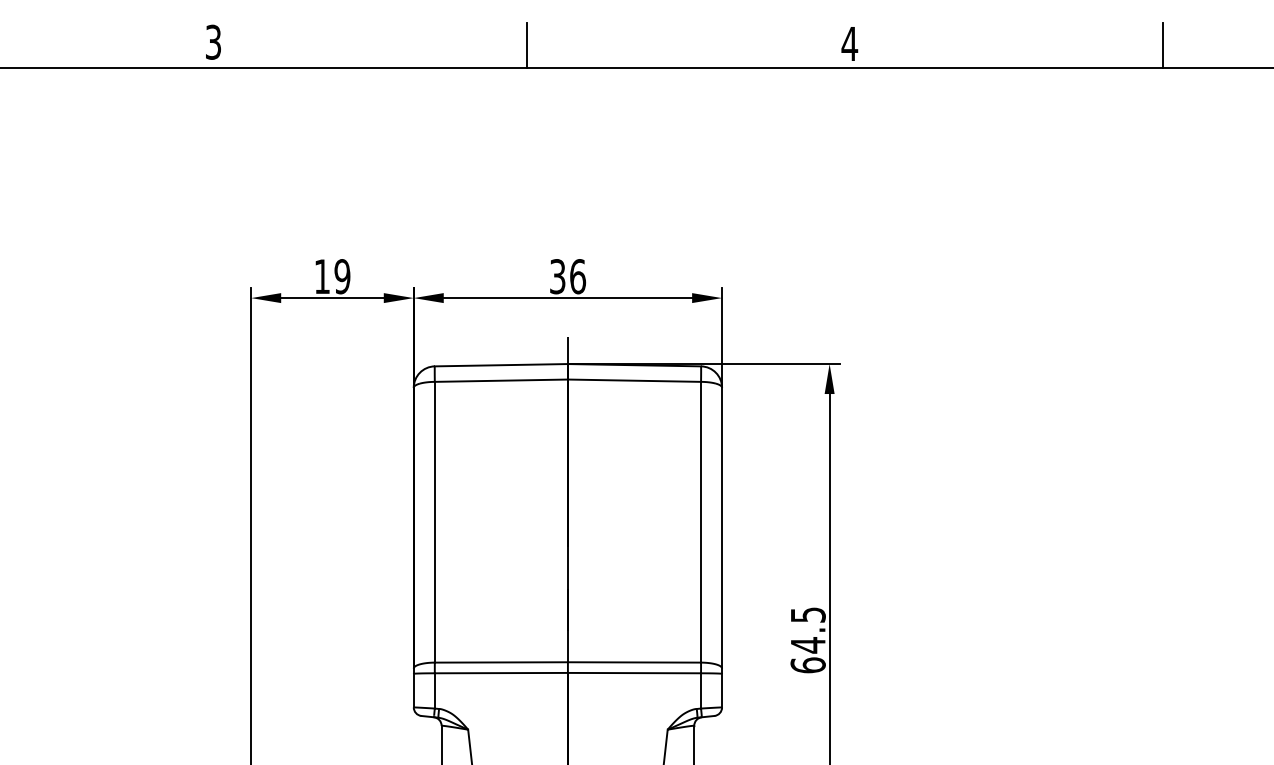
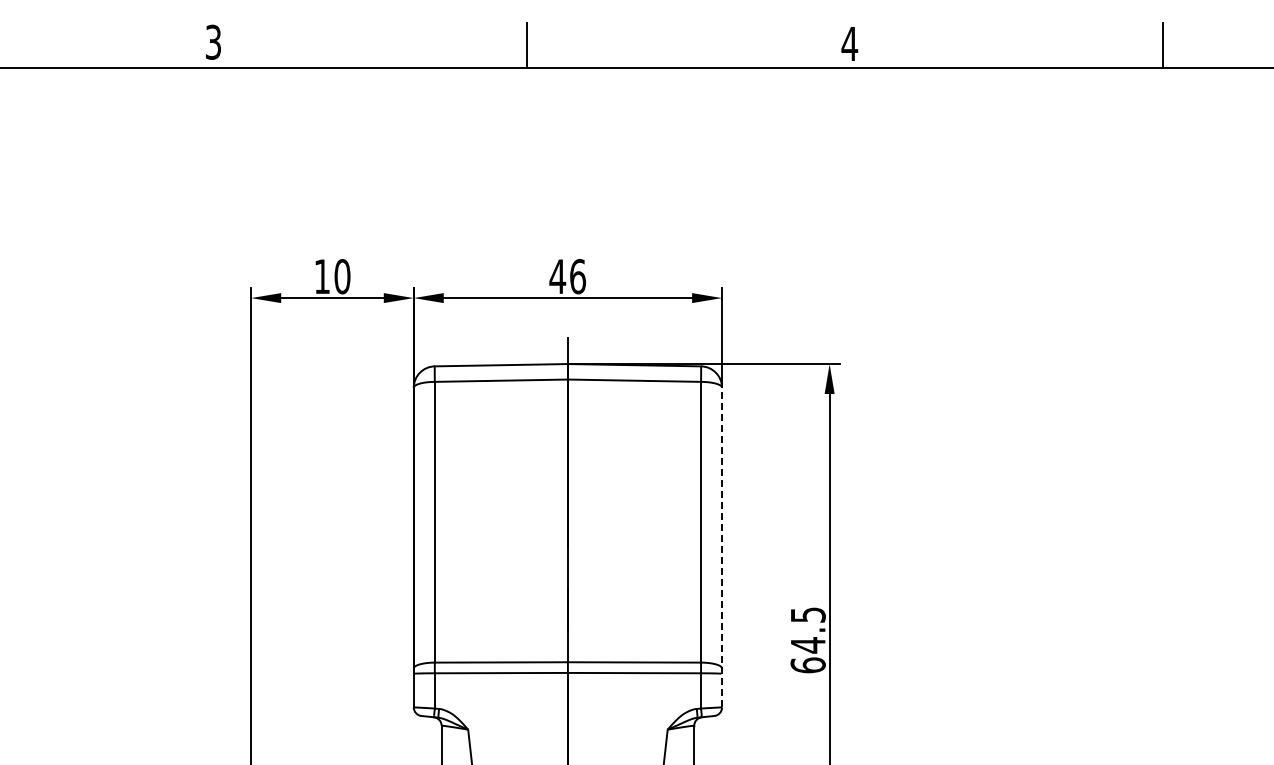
text at (342, 276): 19 -> 10
text at (557, 276): 36 -> 46
line at (722, 547): solid -> dashed
